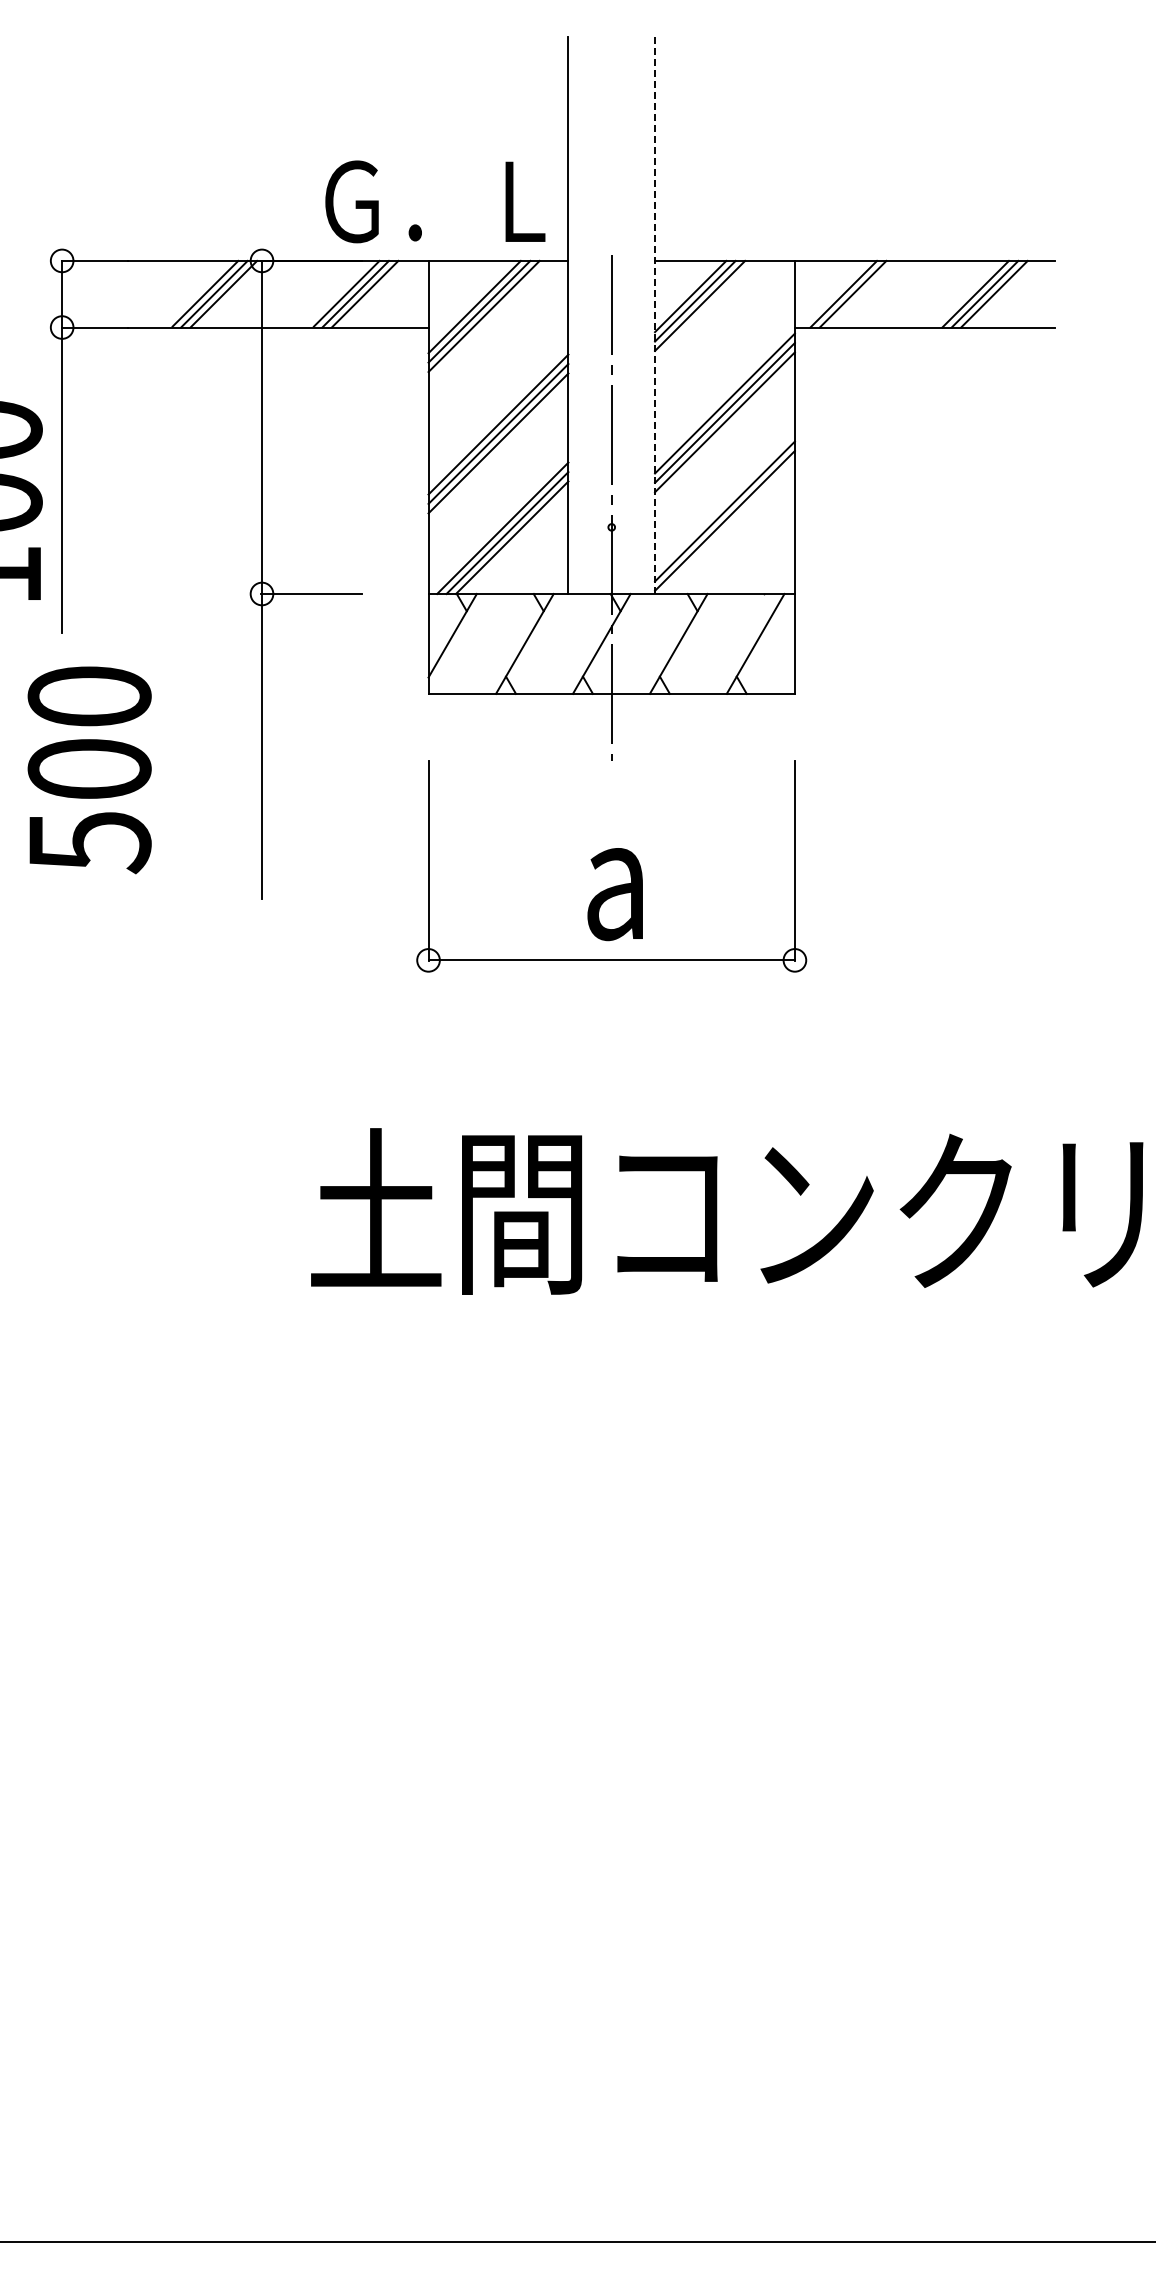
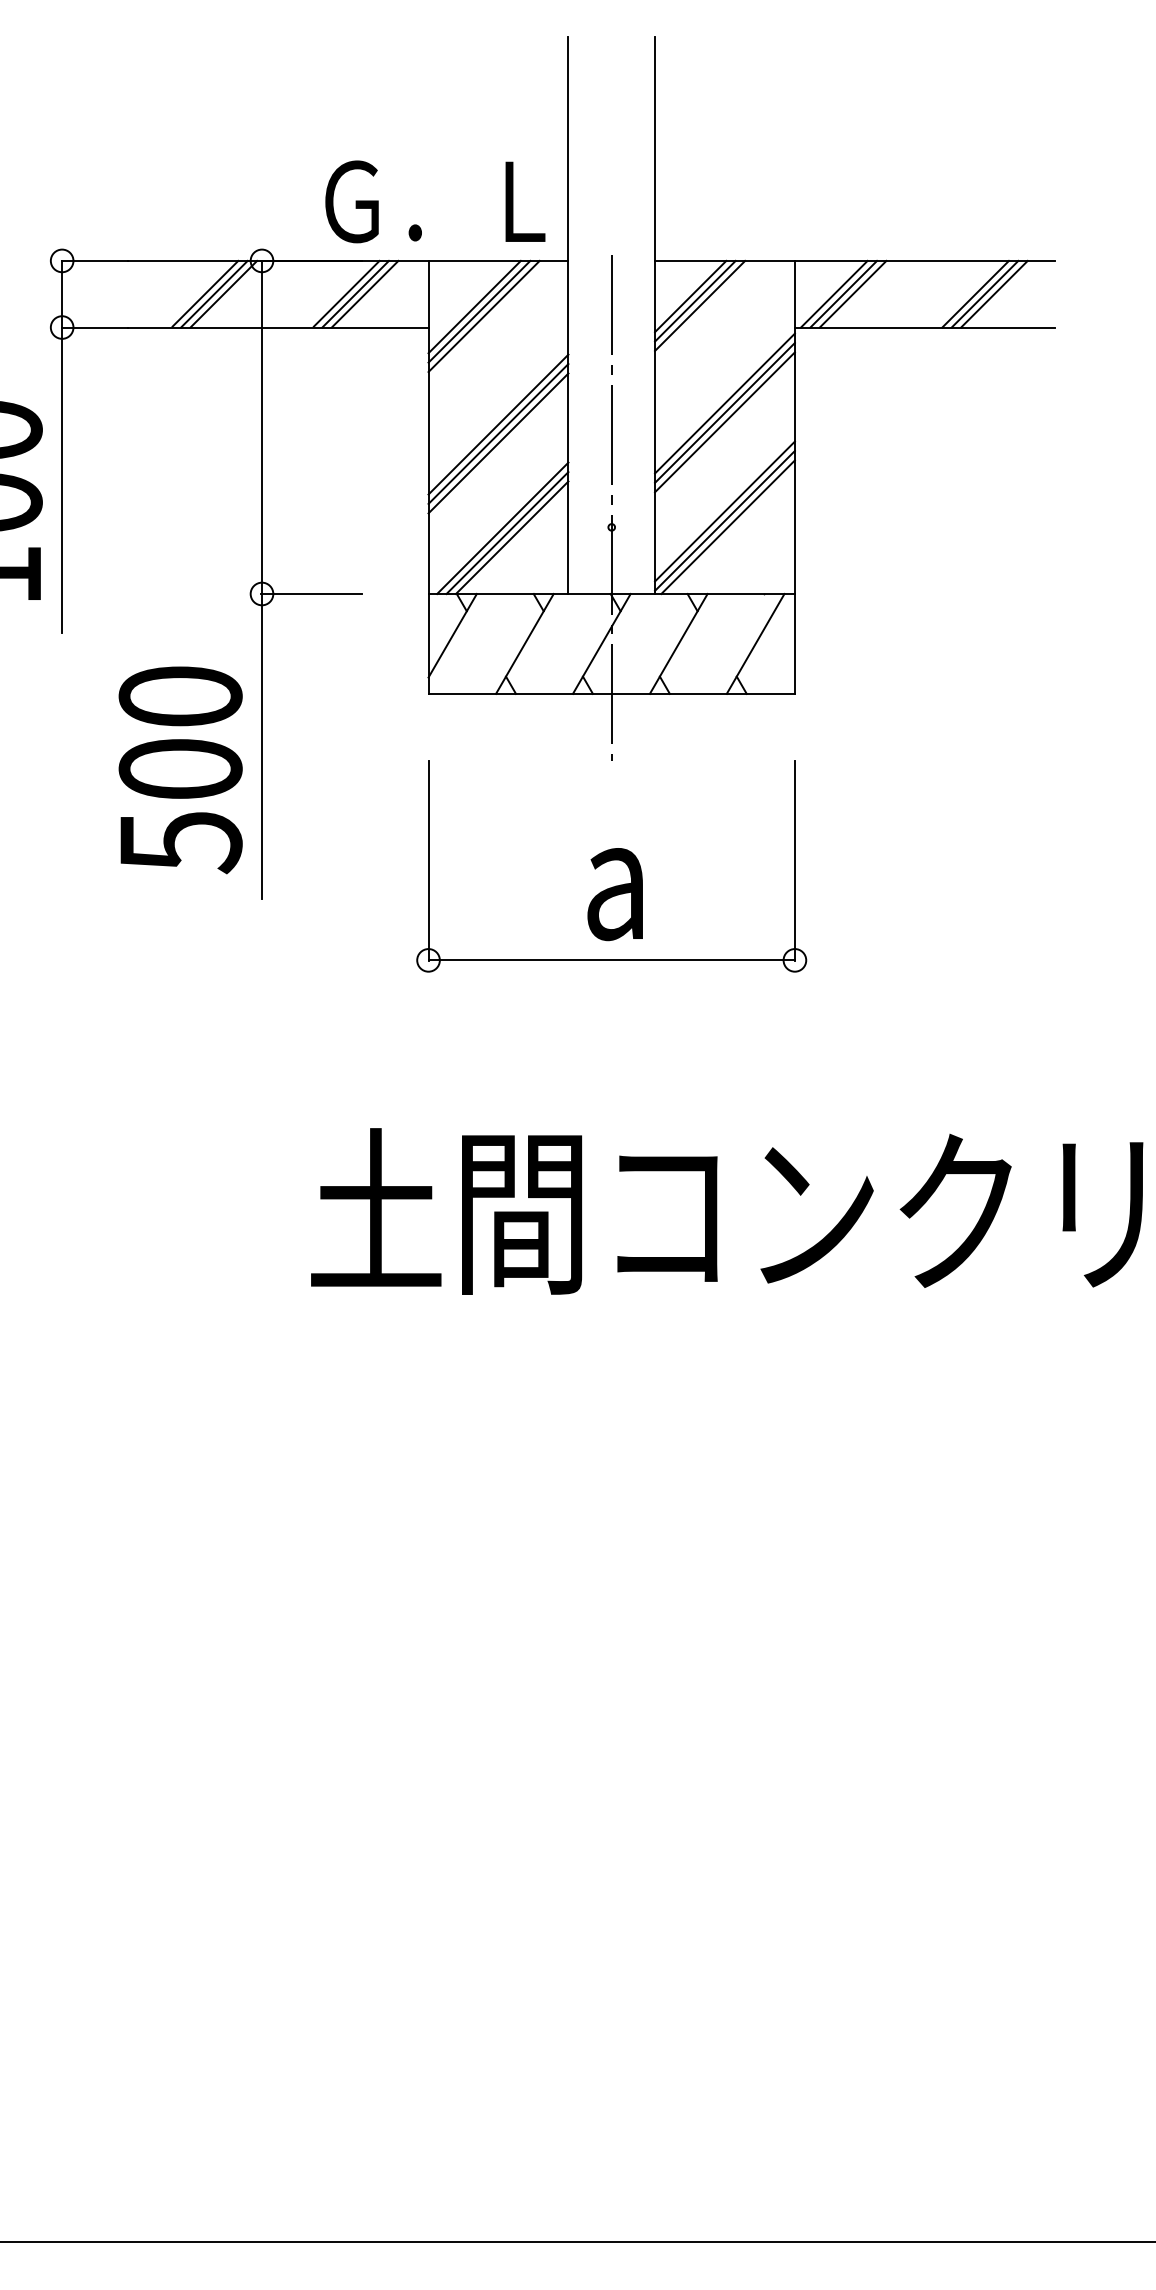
line at (833, 293): none -> present
line at (655, 315): dashed -> solid
line at (727, 527): none -> present
text at (89, 770) position: (89, 770) -> (180, 770)
